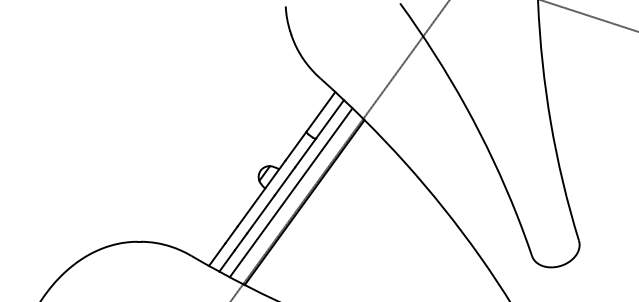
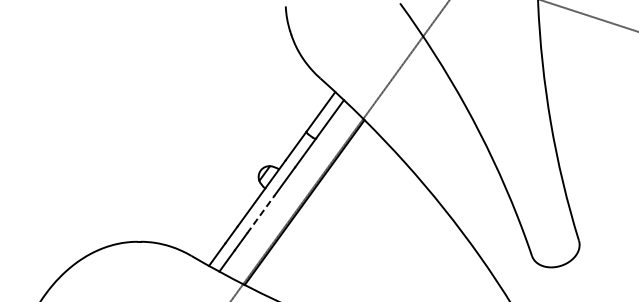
line at (290, 192): present -> none
line at (260, 214): solid -> dashed
